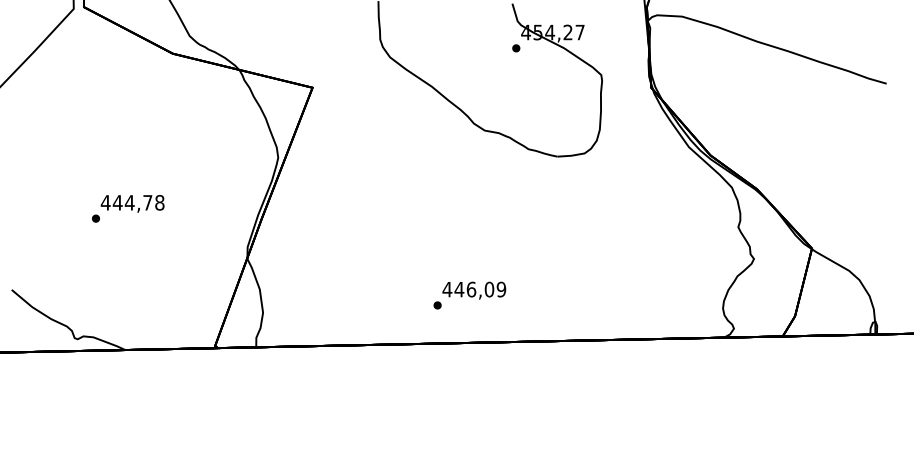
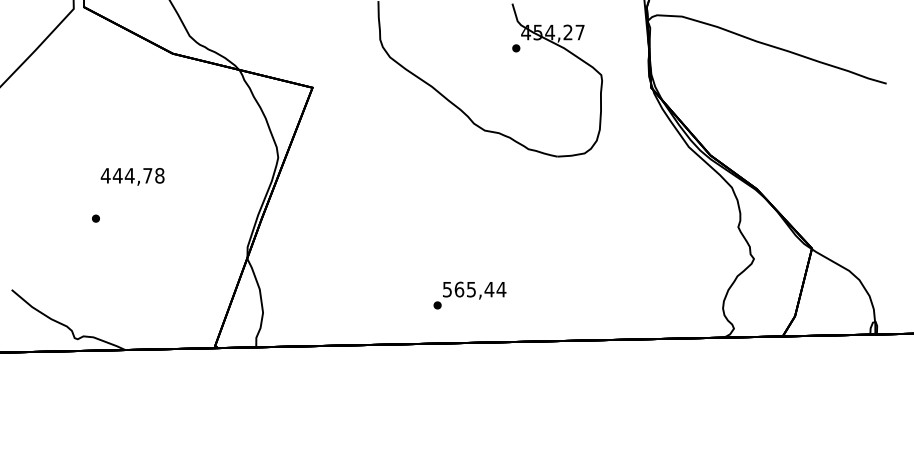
text at (132, 203) position: (132, 203) -> (132, 176)
text at (474, 289): 446,09 -> 565,44
